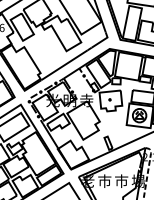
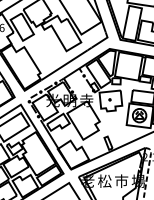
text at (104, 180): 市 -> 松
